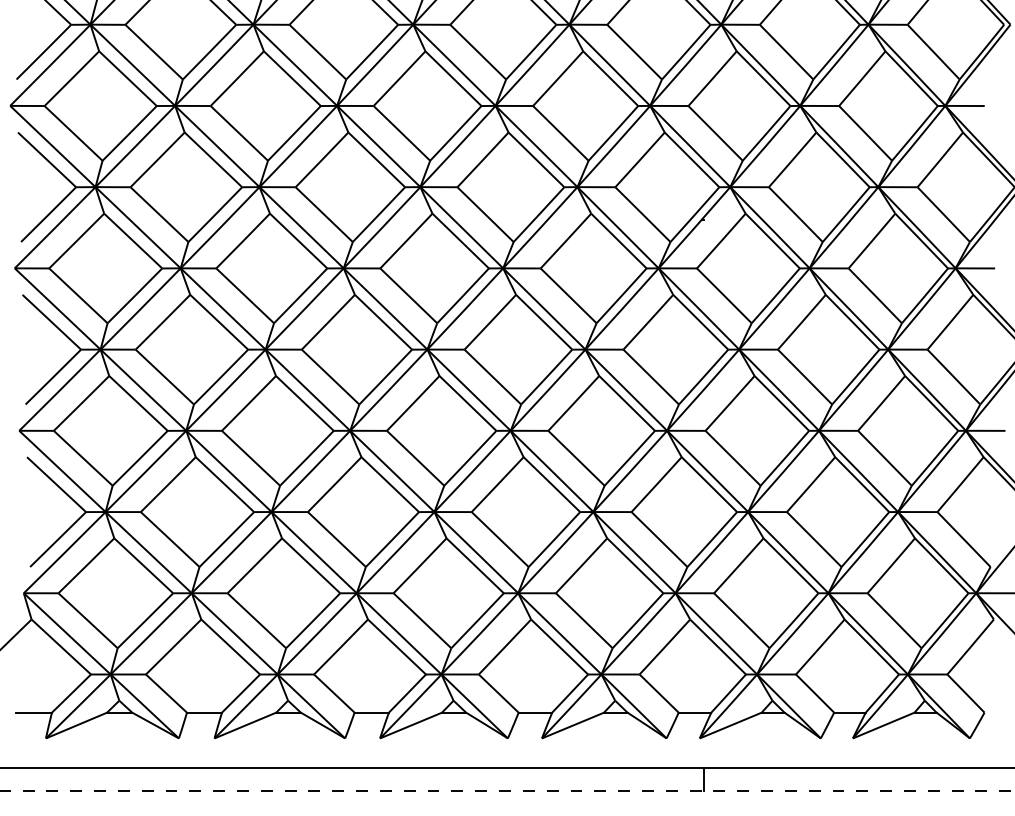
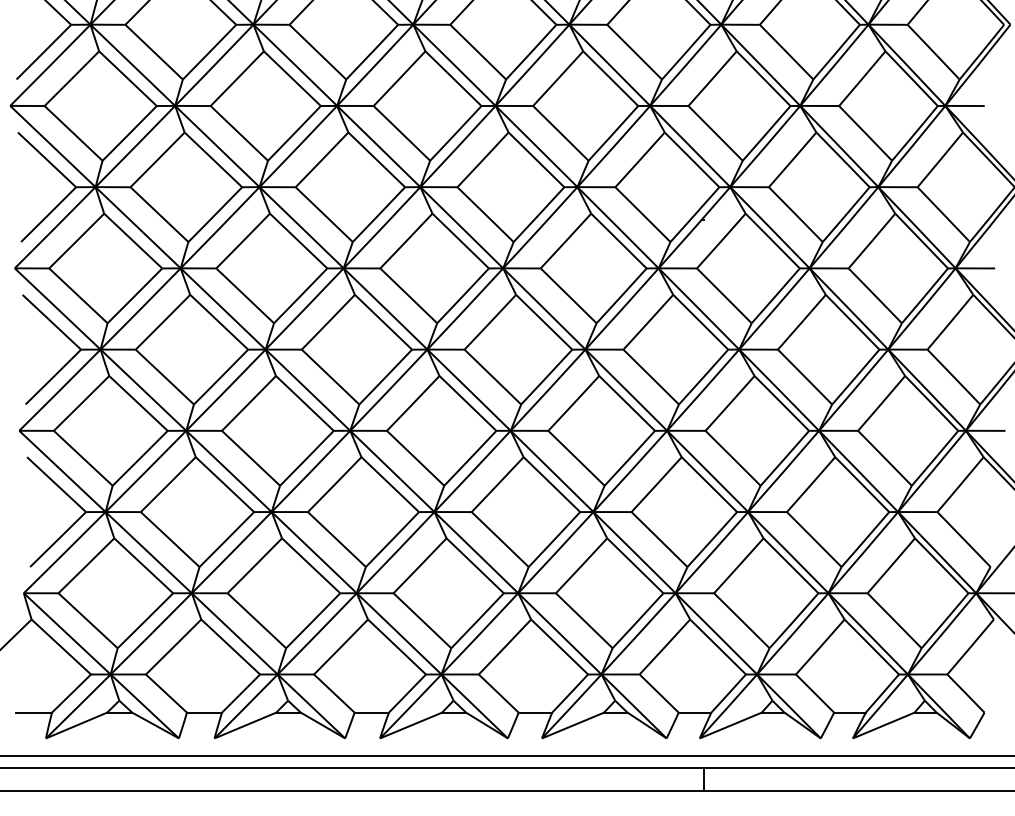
line at (506, 755): none -> present
line at (508, 791): dashed -> solid
